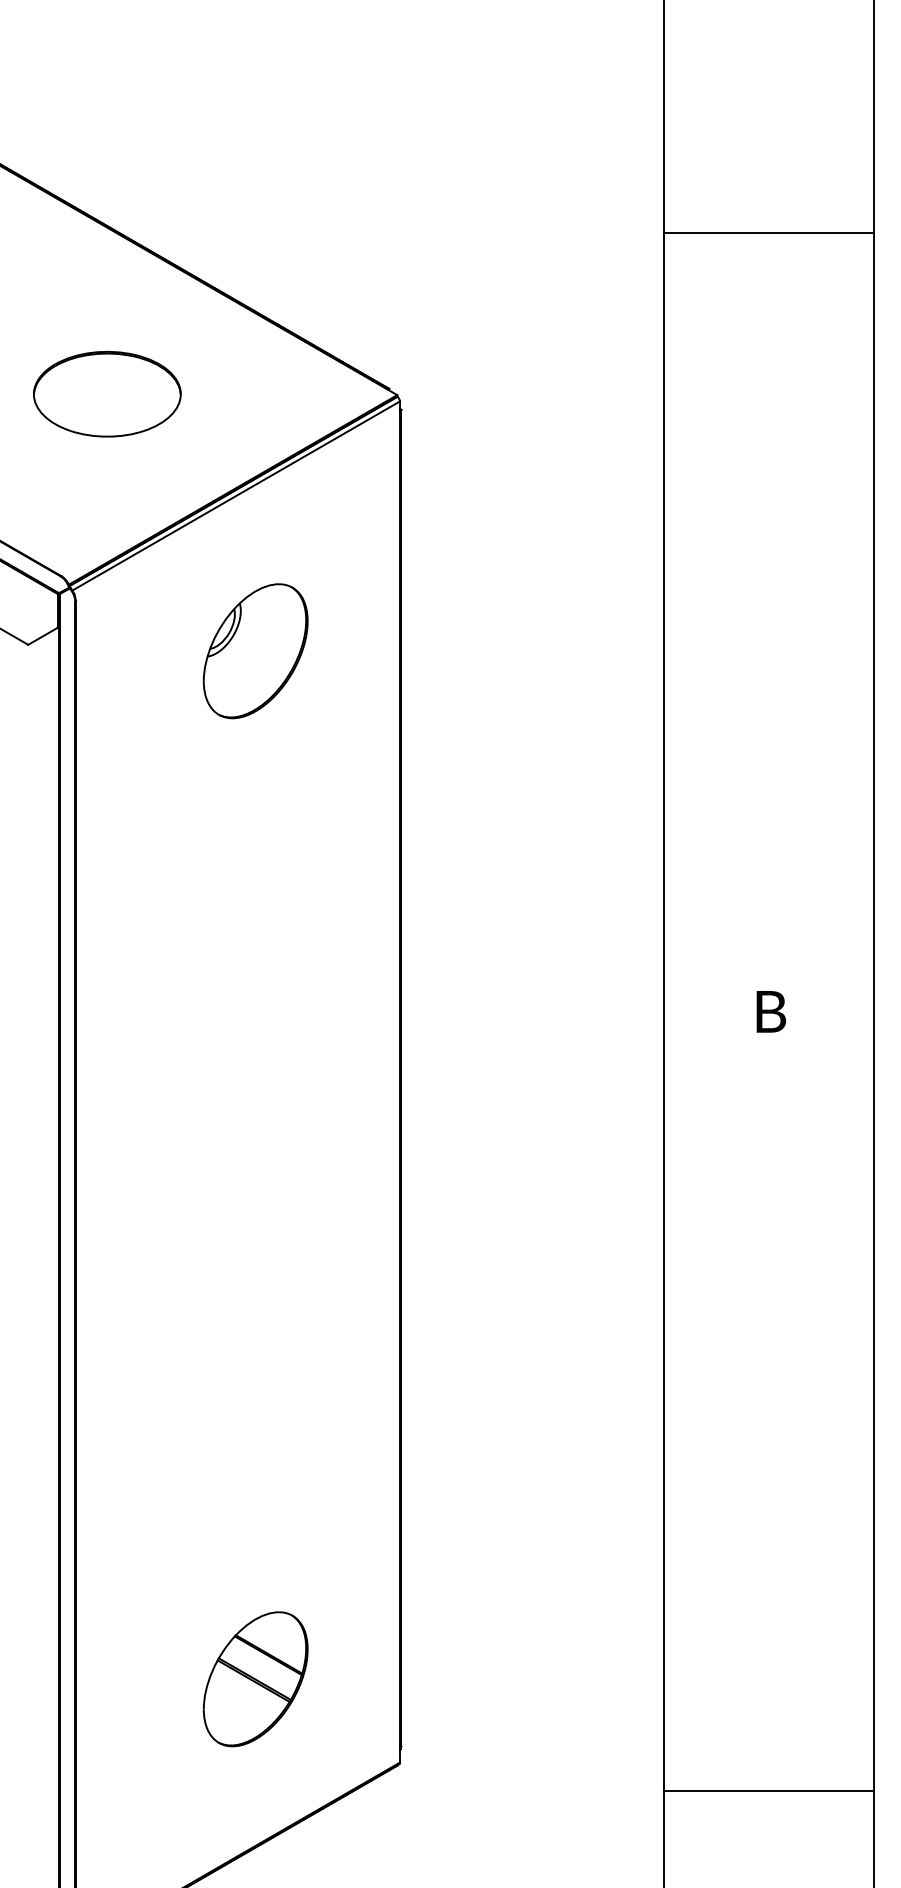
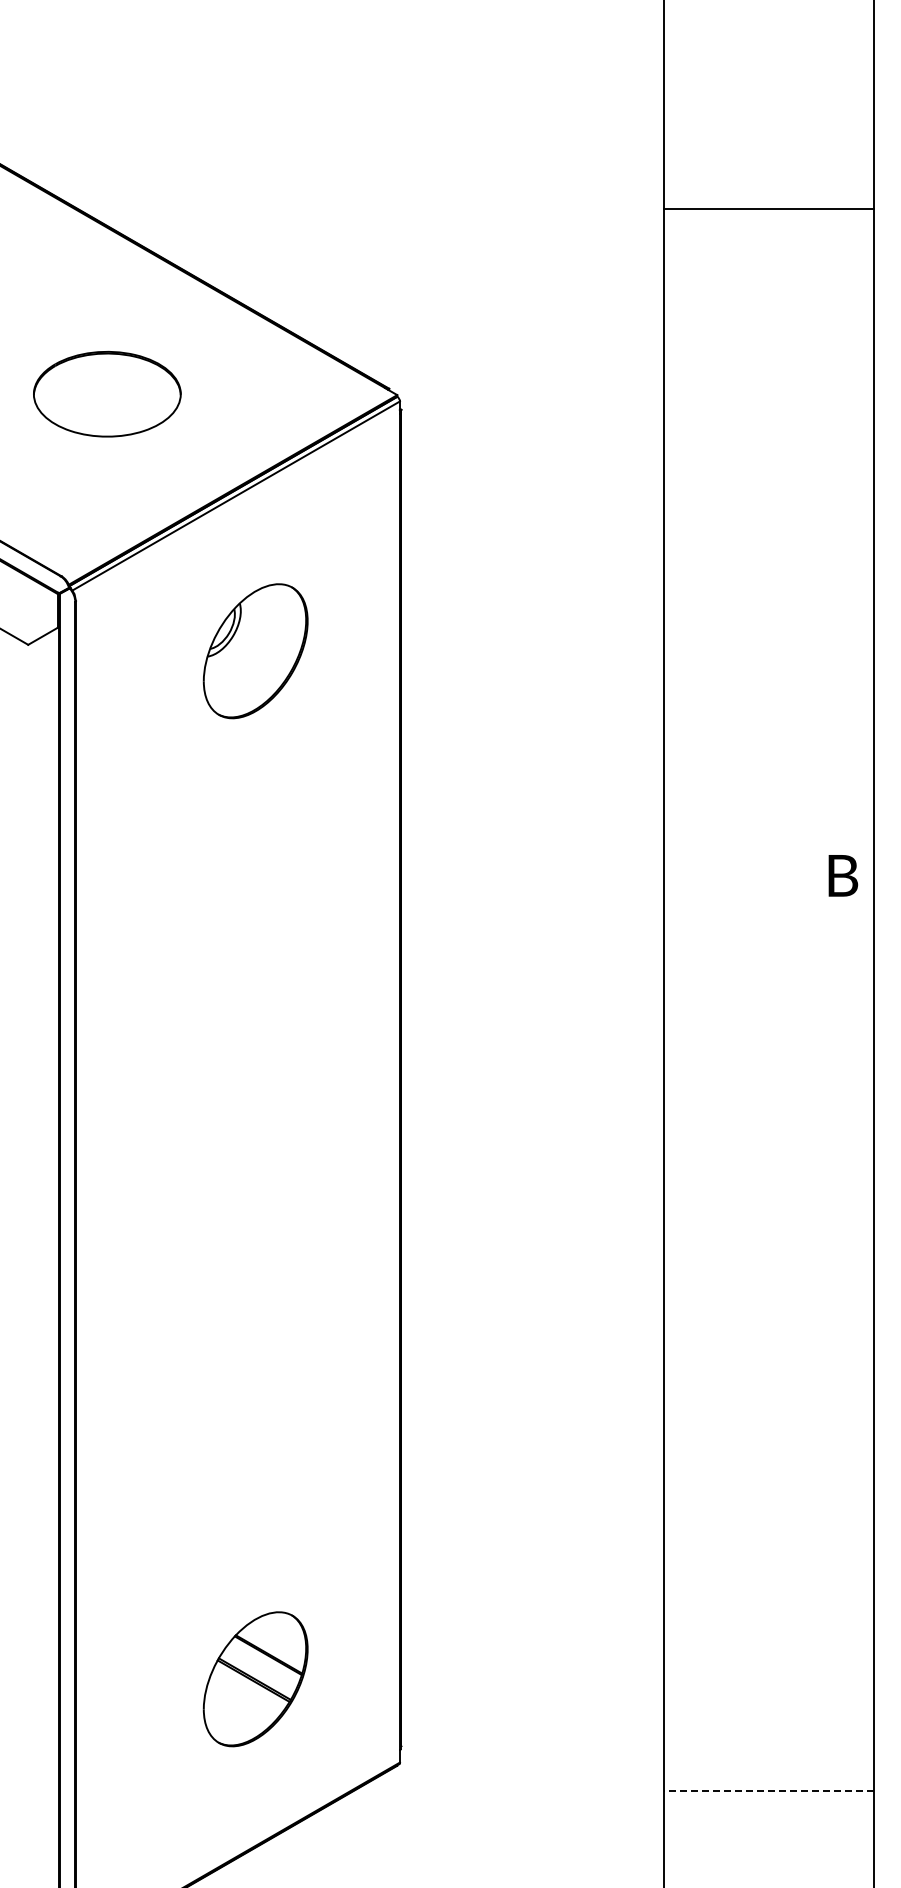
line at (768, 232) position: (768, 232) -> (768, 208)
text at (771, 1011) position: (771, 1011) -> (843, 875)
line at (769, 1790): solid -> dashed
